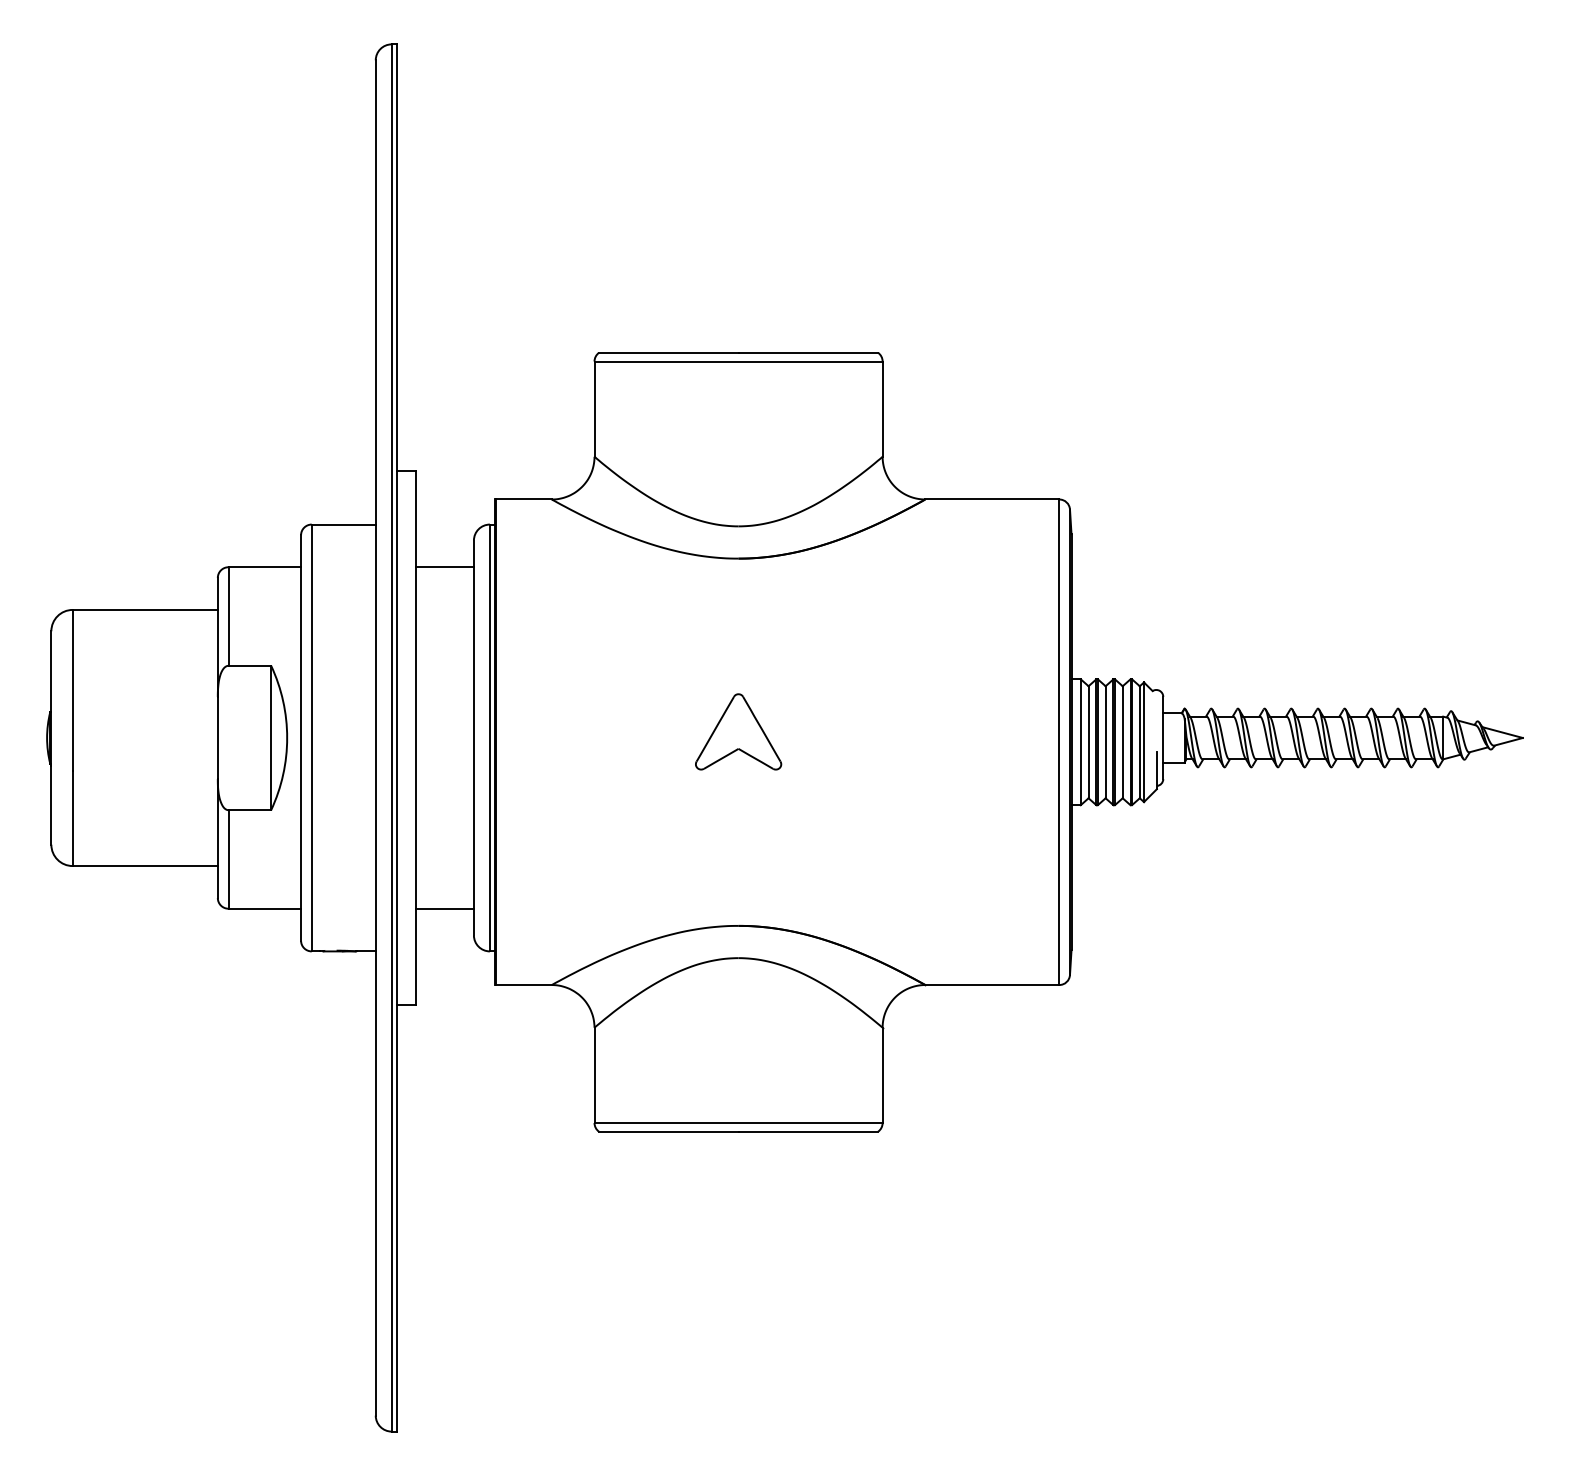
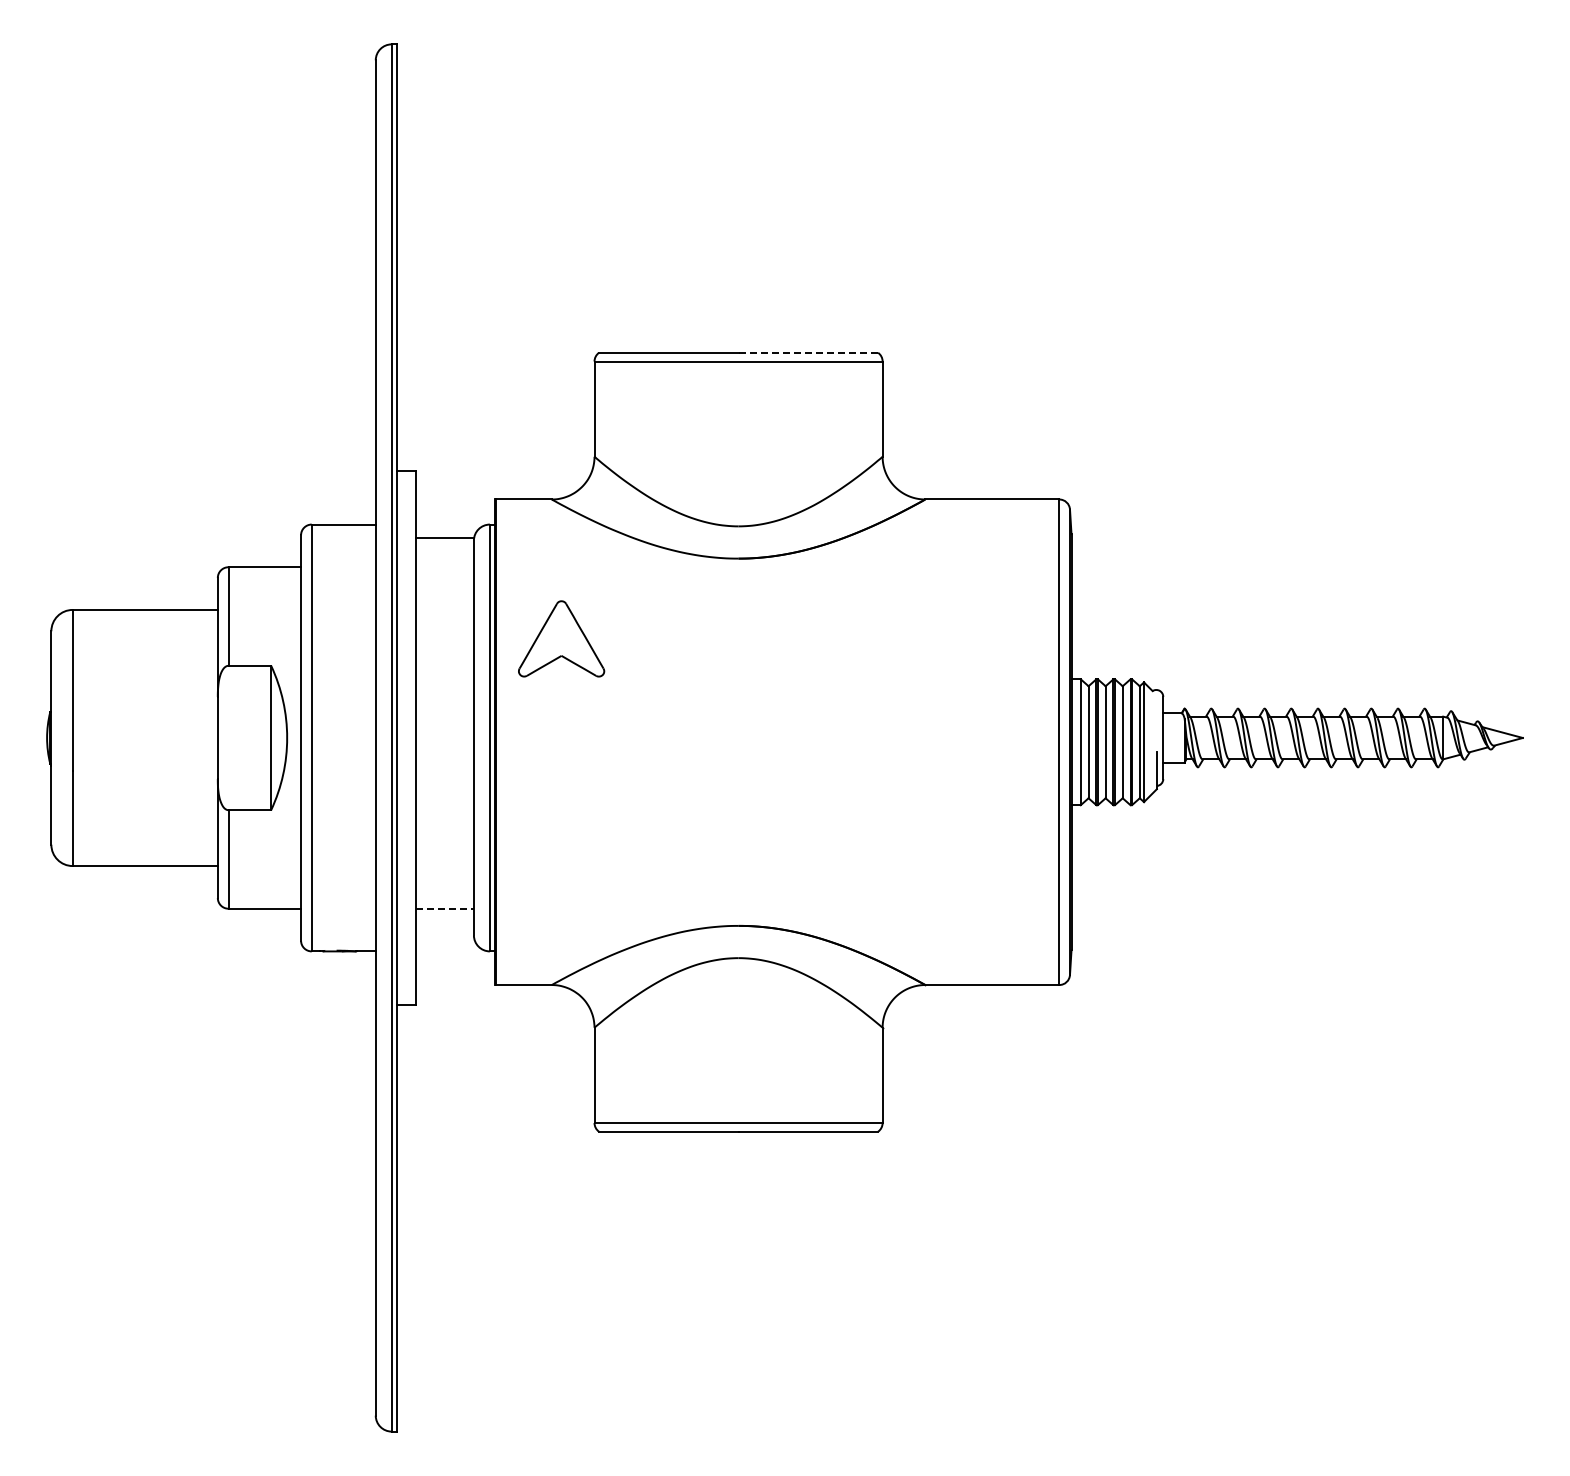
line at (808, 352): solid -> dashed
line at (444, 567) position: (444, 567) -> (444, 538)
part at (738, 731) position: (738, 731) -> (561, 638)
line at (445, 908): solid -> dashed
